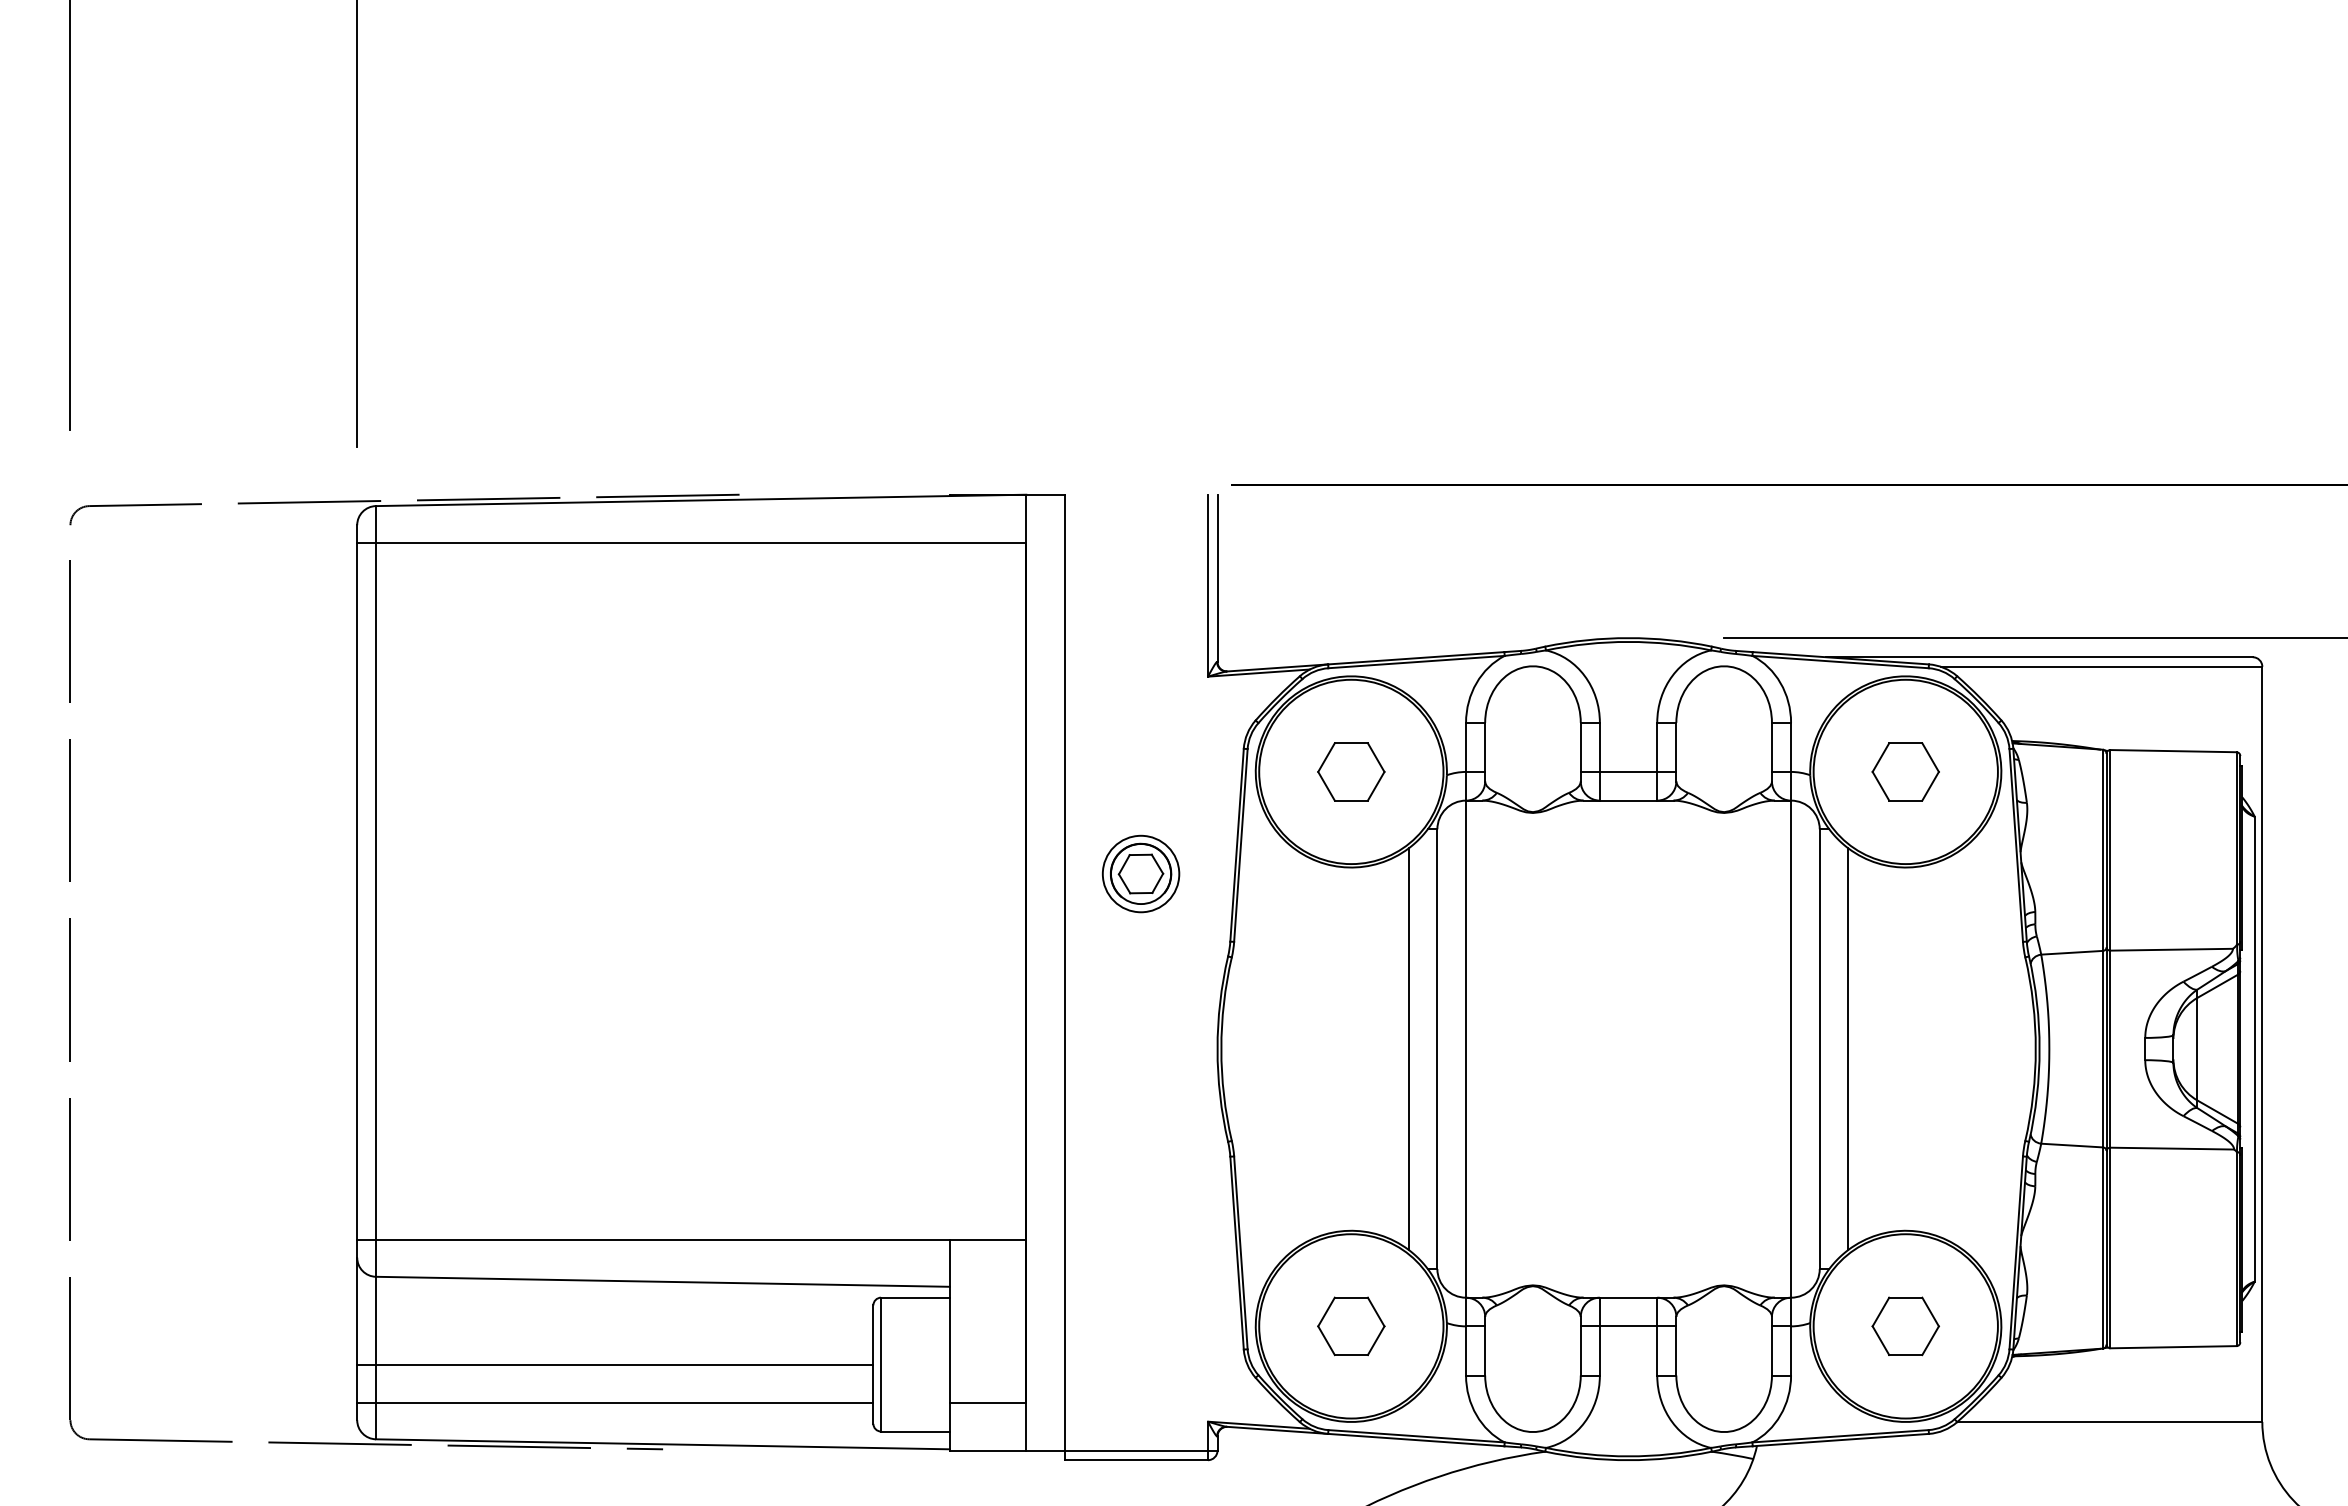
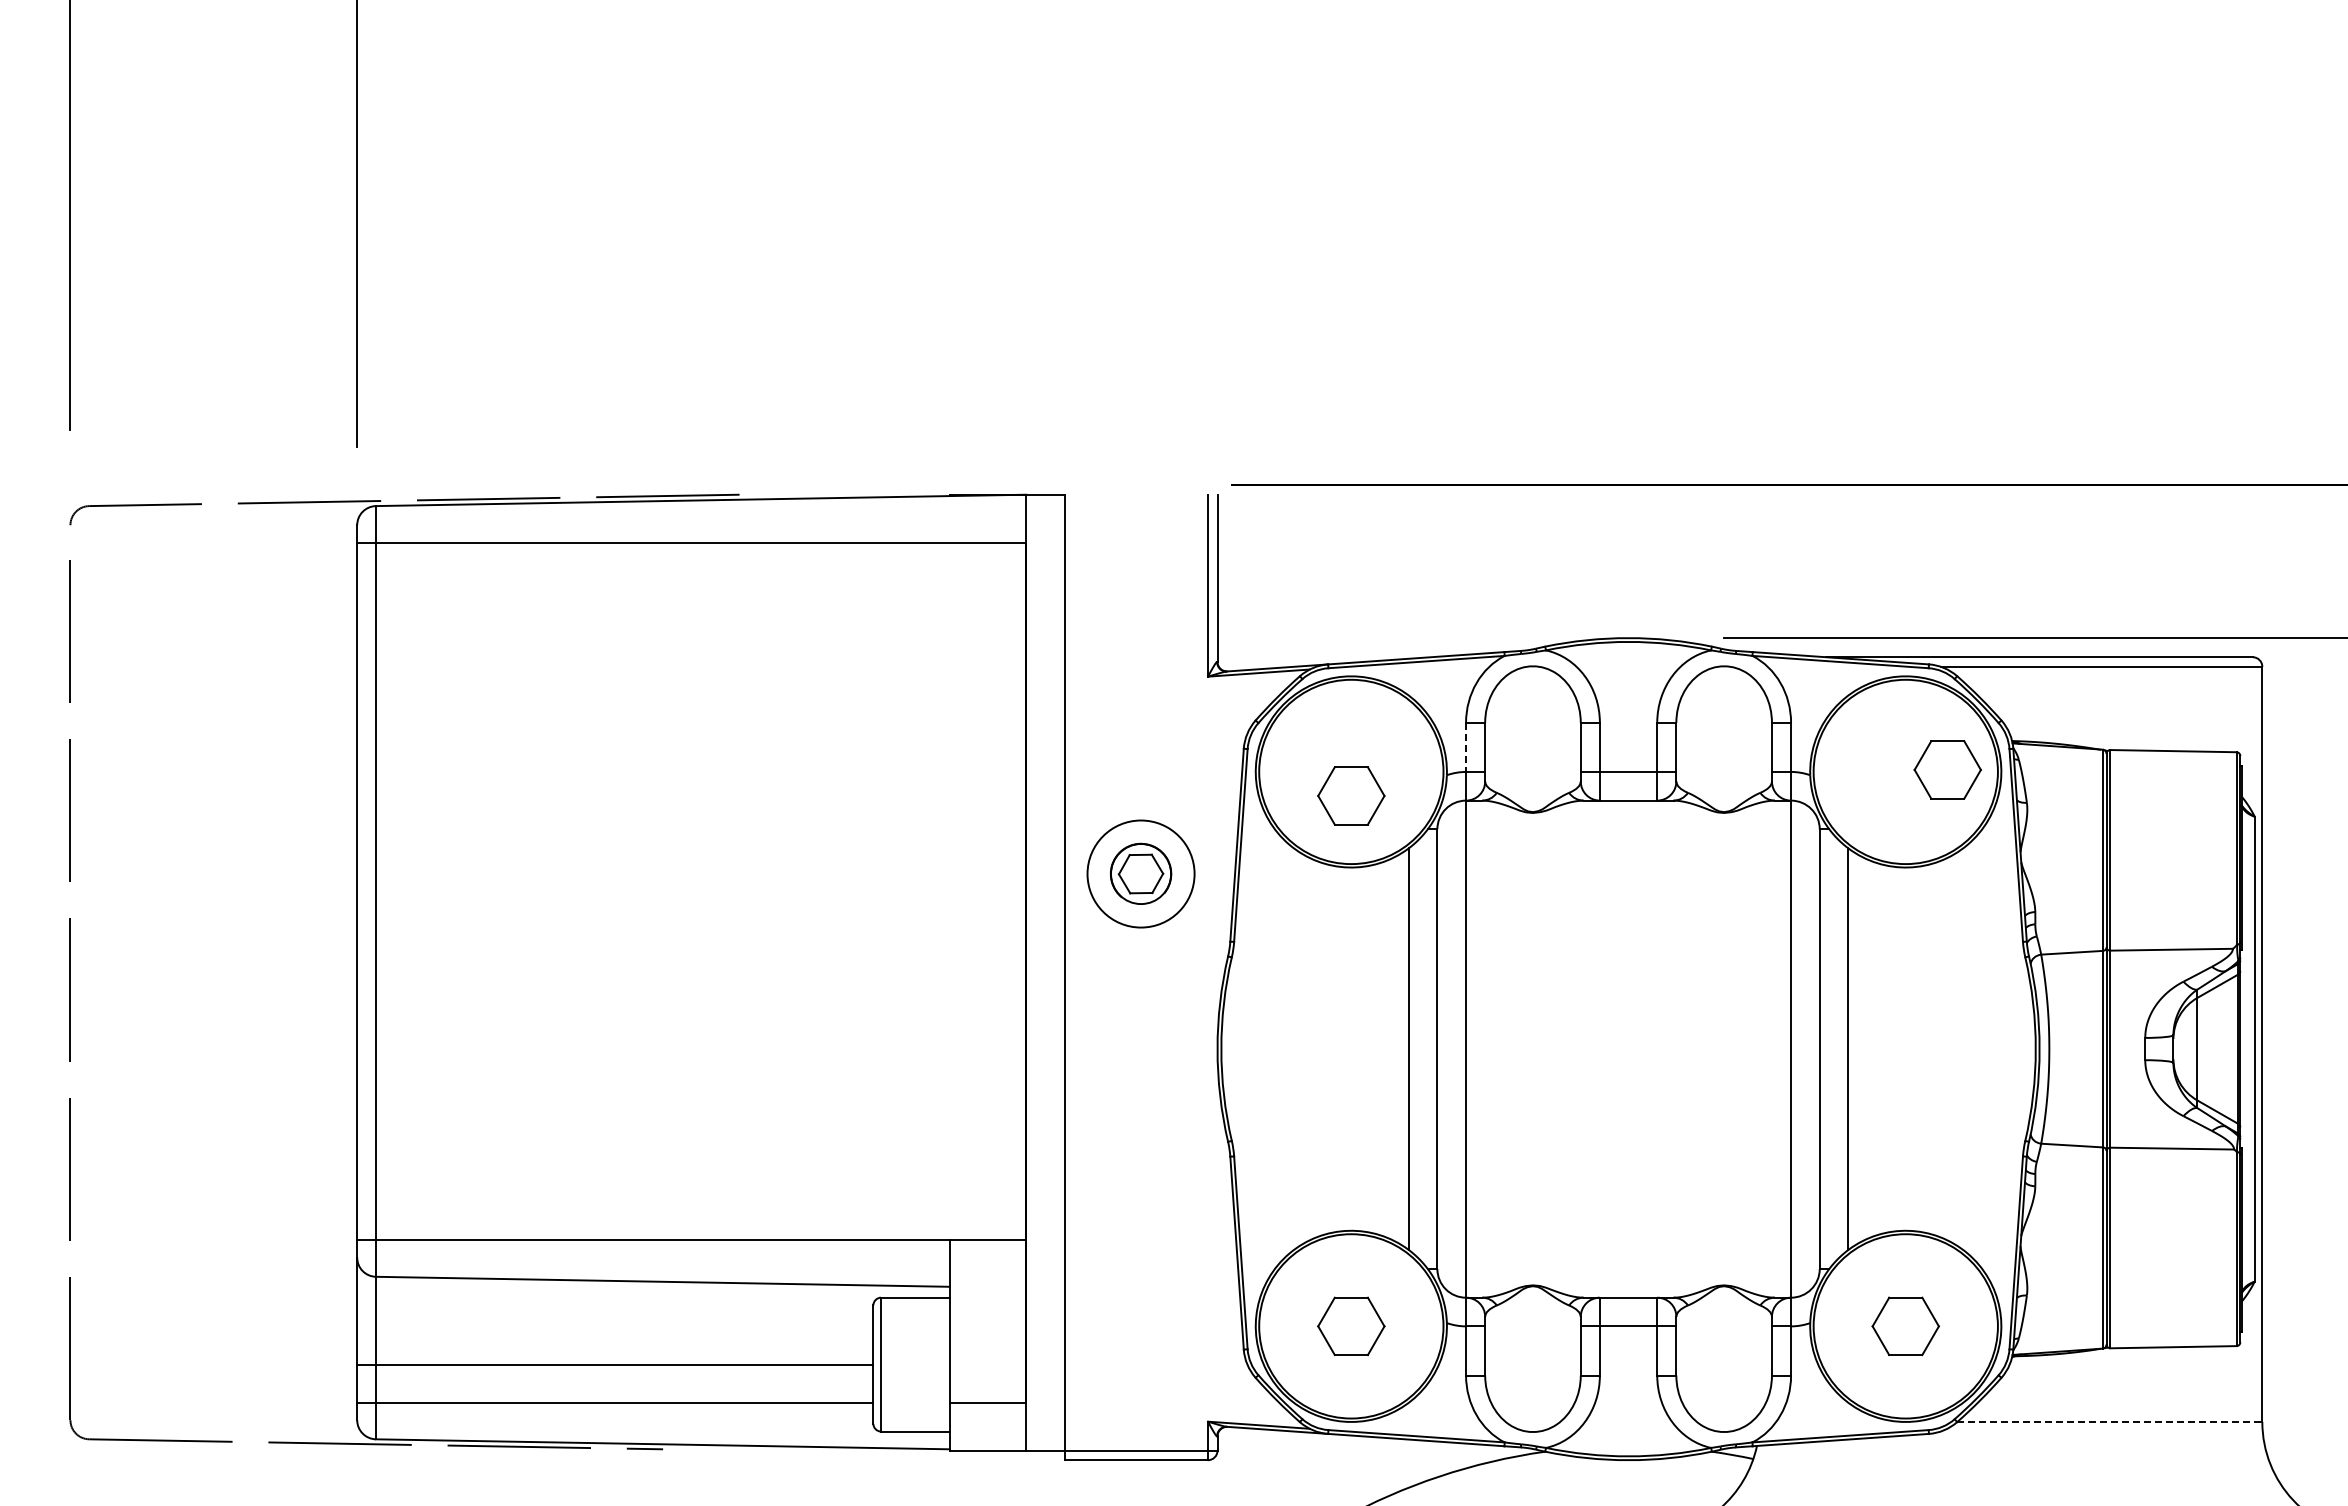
line at (1466, 747): solid -> dashed
part at (1351, 771) position: (1351, 771) -> (1351, 795)
part at (1905, 771) position: (1905, 771) -> (1947, 769)
circle at (1140, 873) diameter: 76 px -> 107 px
line at (2110, 1421): solid -> dashed
